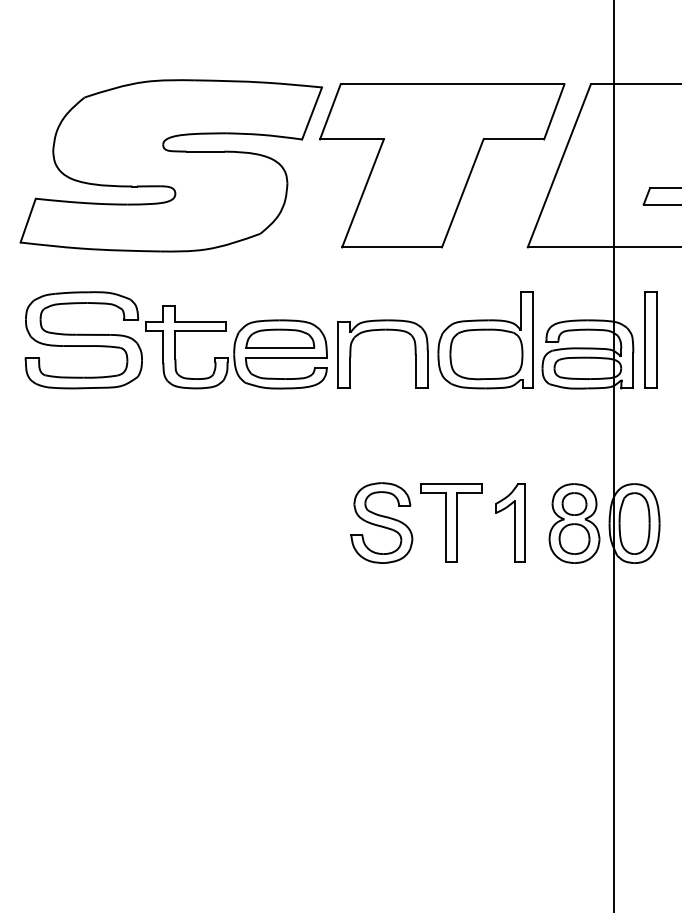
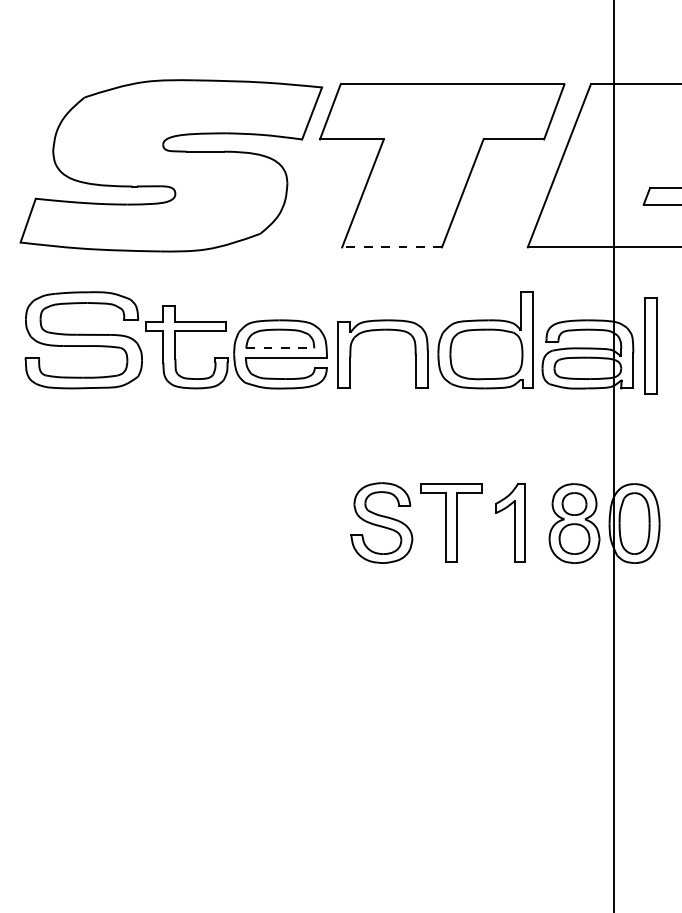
line at (392, 247): solid -> dashed
part at (650, 339) position: (650, 339) -> (650, 345)
line at (280, 348): solid -> dashed
